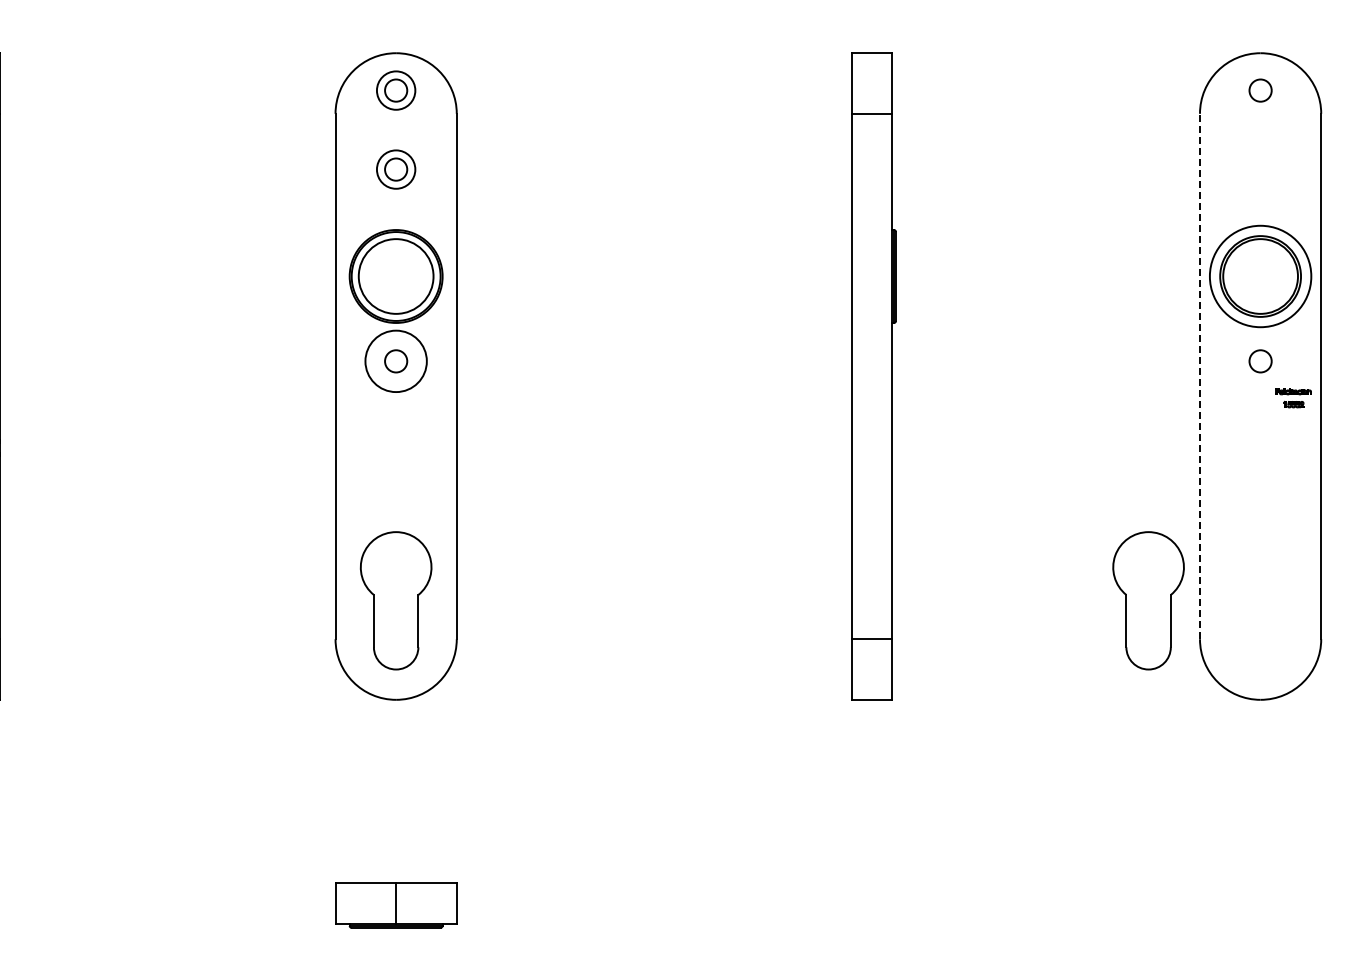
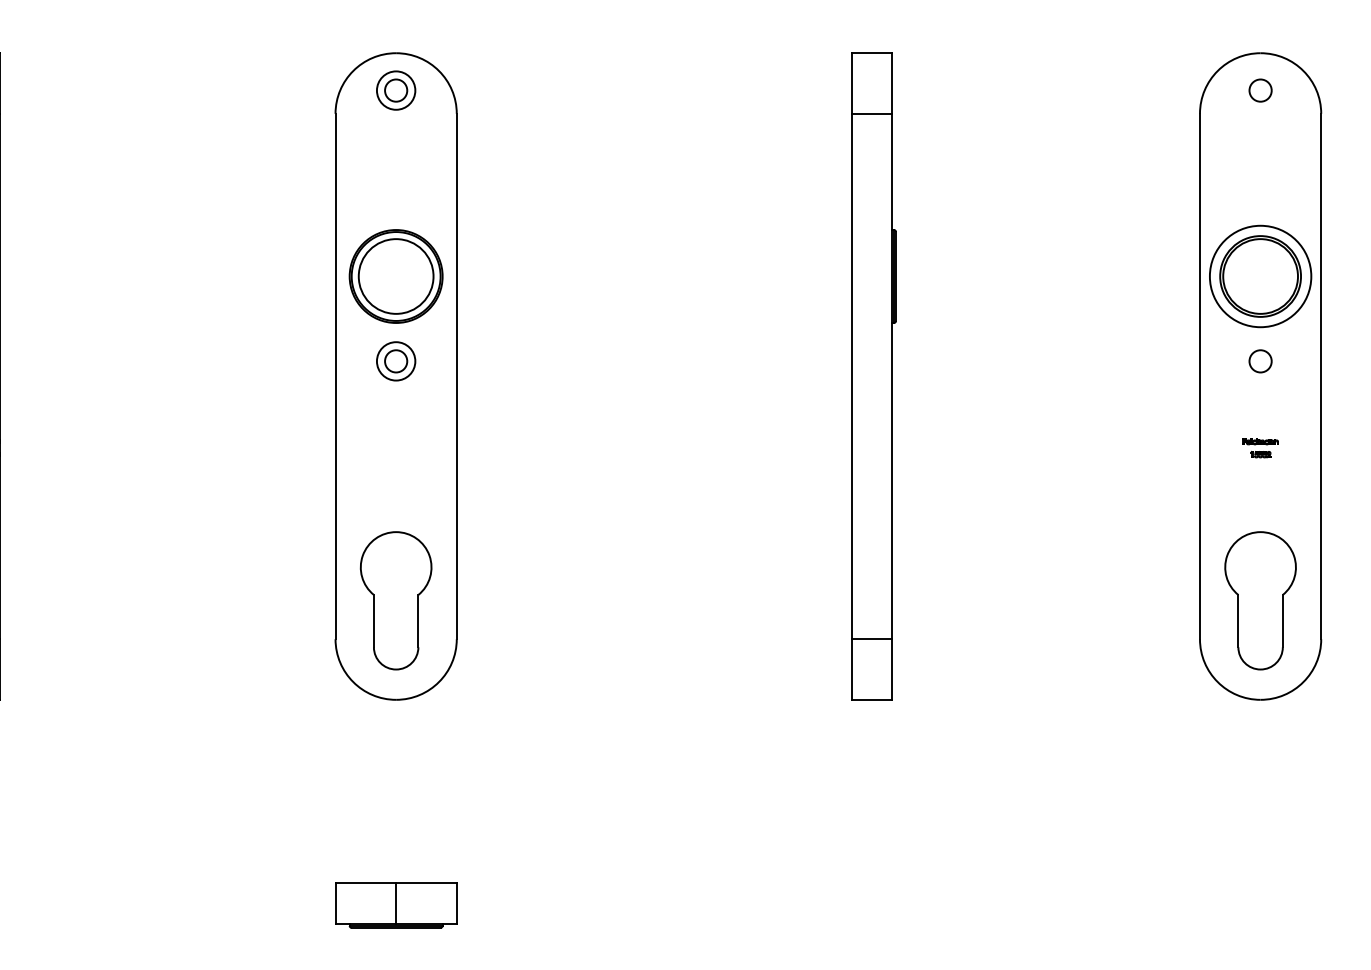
part at (396, 169): present -> none
circle at (395, 361) diameter: 61 px -> 38 px
line at (1199, 376): dashed -> solid
part at (1293, 398) position: (1293, 398) -> (1260, 448)
part at (1148, 600) position: (1148, 600) -> (1260, 600)
